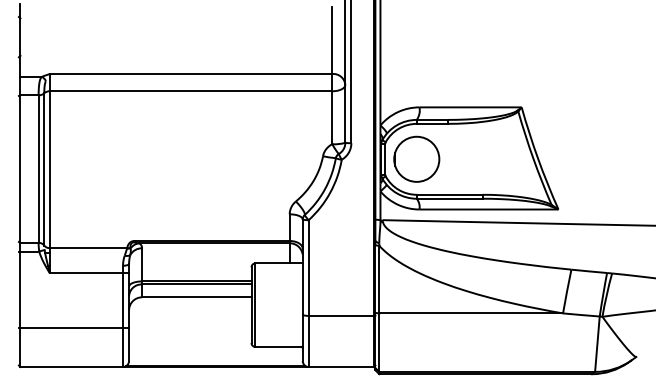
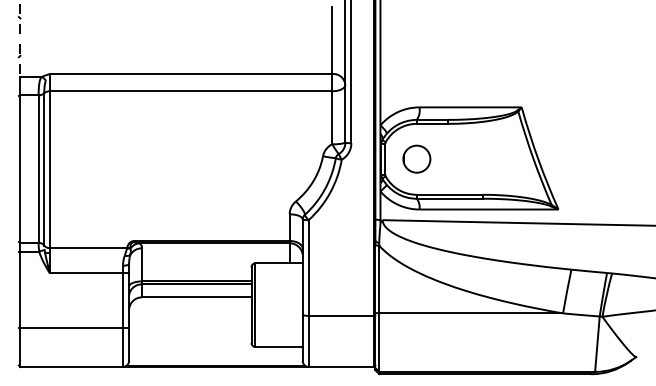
line at (20, 41): solid -> dashed
circle at (416, 158) size: 48x48 px -> 30x30 px
